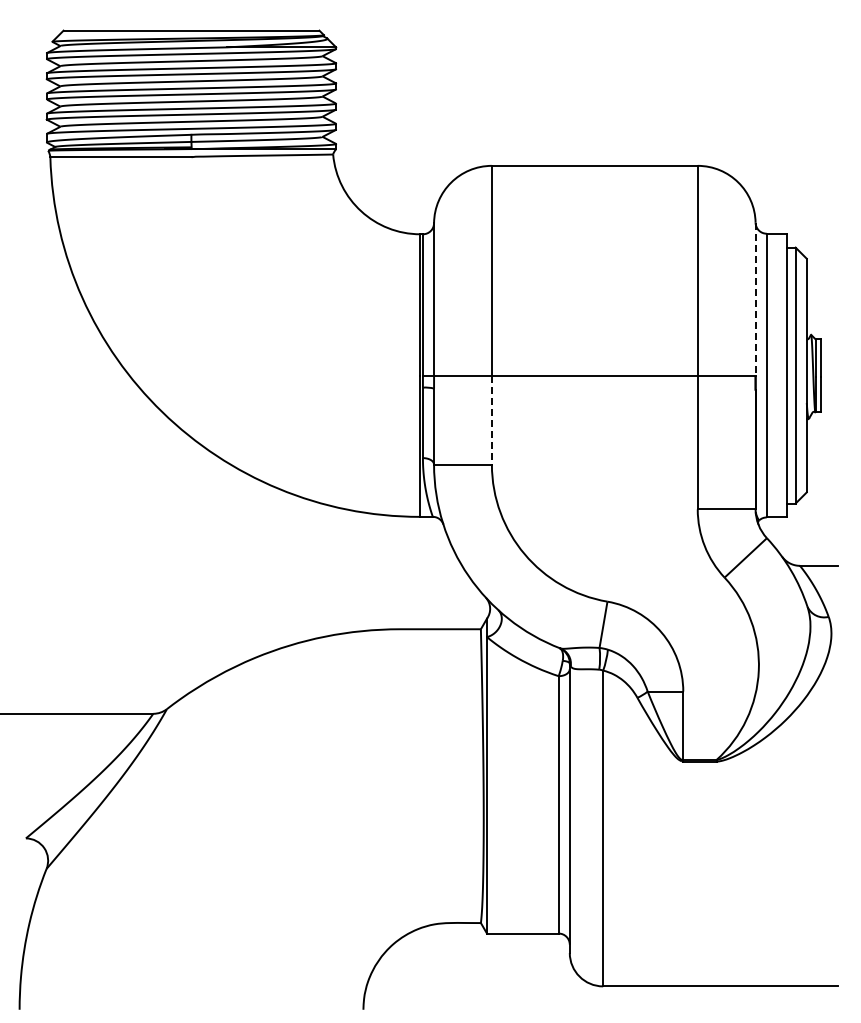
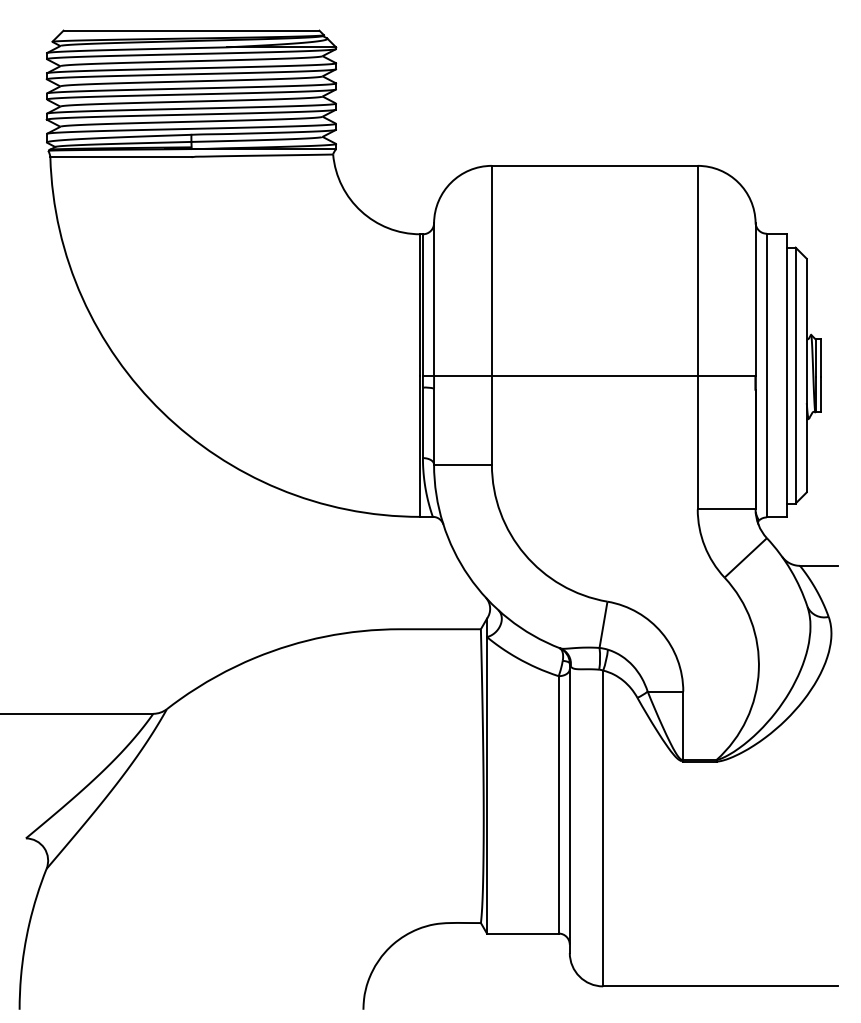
line at (755, 299): dashed -> solid
line at (491, 420): dashed -> solid
